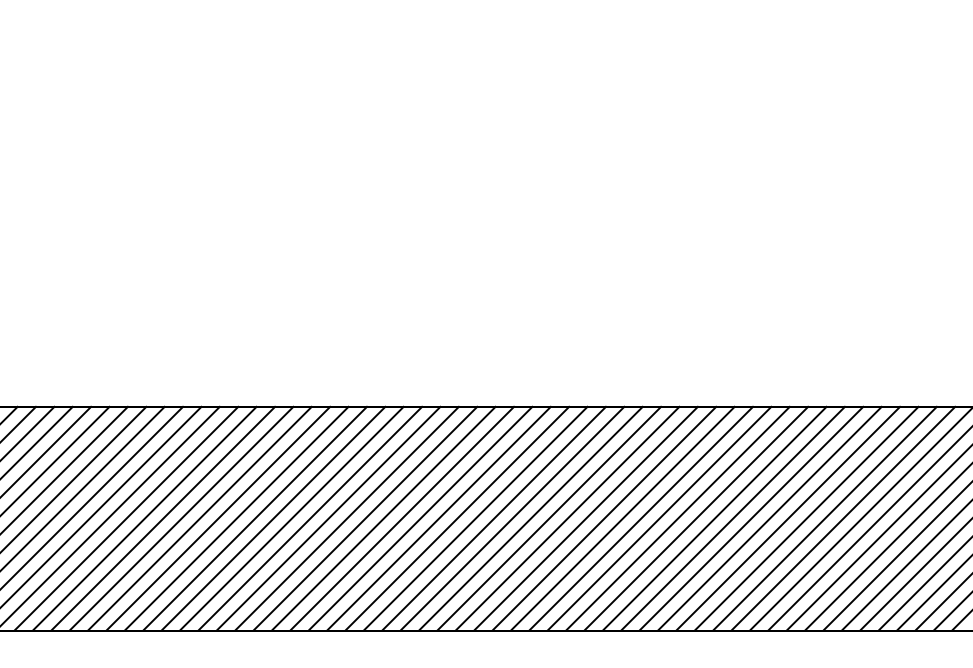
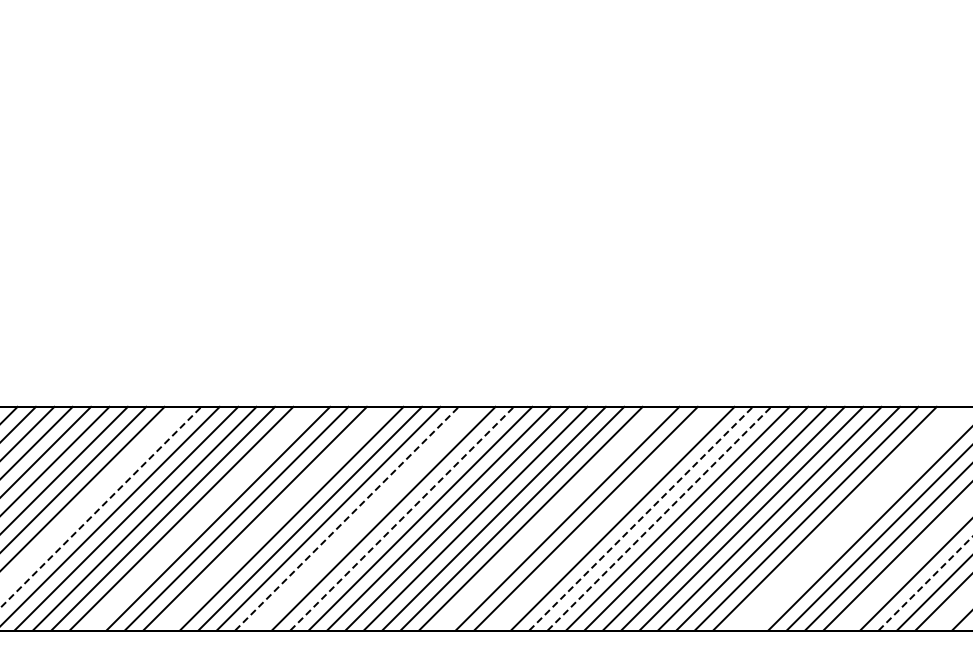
line at (92, 496): present -> none
line at (101, 507): solid -> dashed
line at (199, 518): present -> none
line at (273, 518): present -> none
line at (347, 518): solid -> dashed
line at (365, 518): present -> none
line at (402, 518): solid -> dashed
line at (549, 518): present -> none
line at (604, 518): present -> none
line at (641, 518): solid -> dashed
line at (659, 518): solid -> dashed
line at (843, 518): present -> none
line at (859, 520): present -> none
line at (905, 566): present -> none
line at (925, 583): solid -> dashed
line at (951, 612): present -> none
